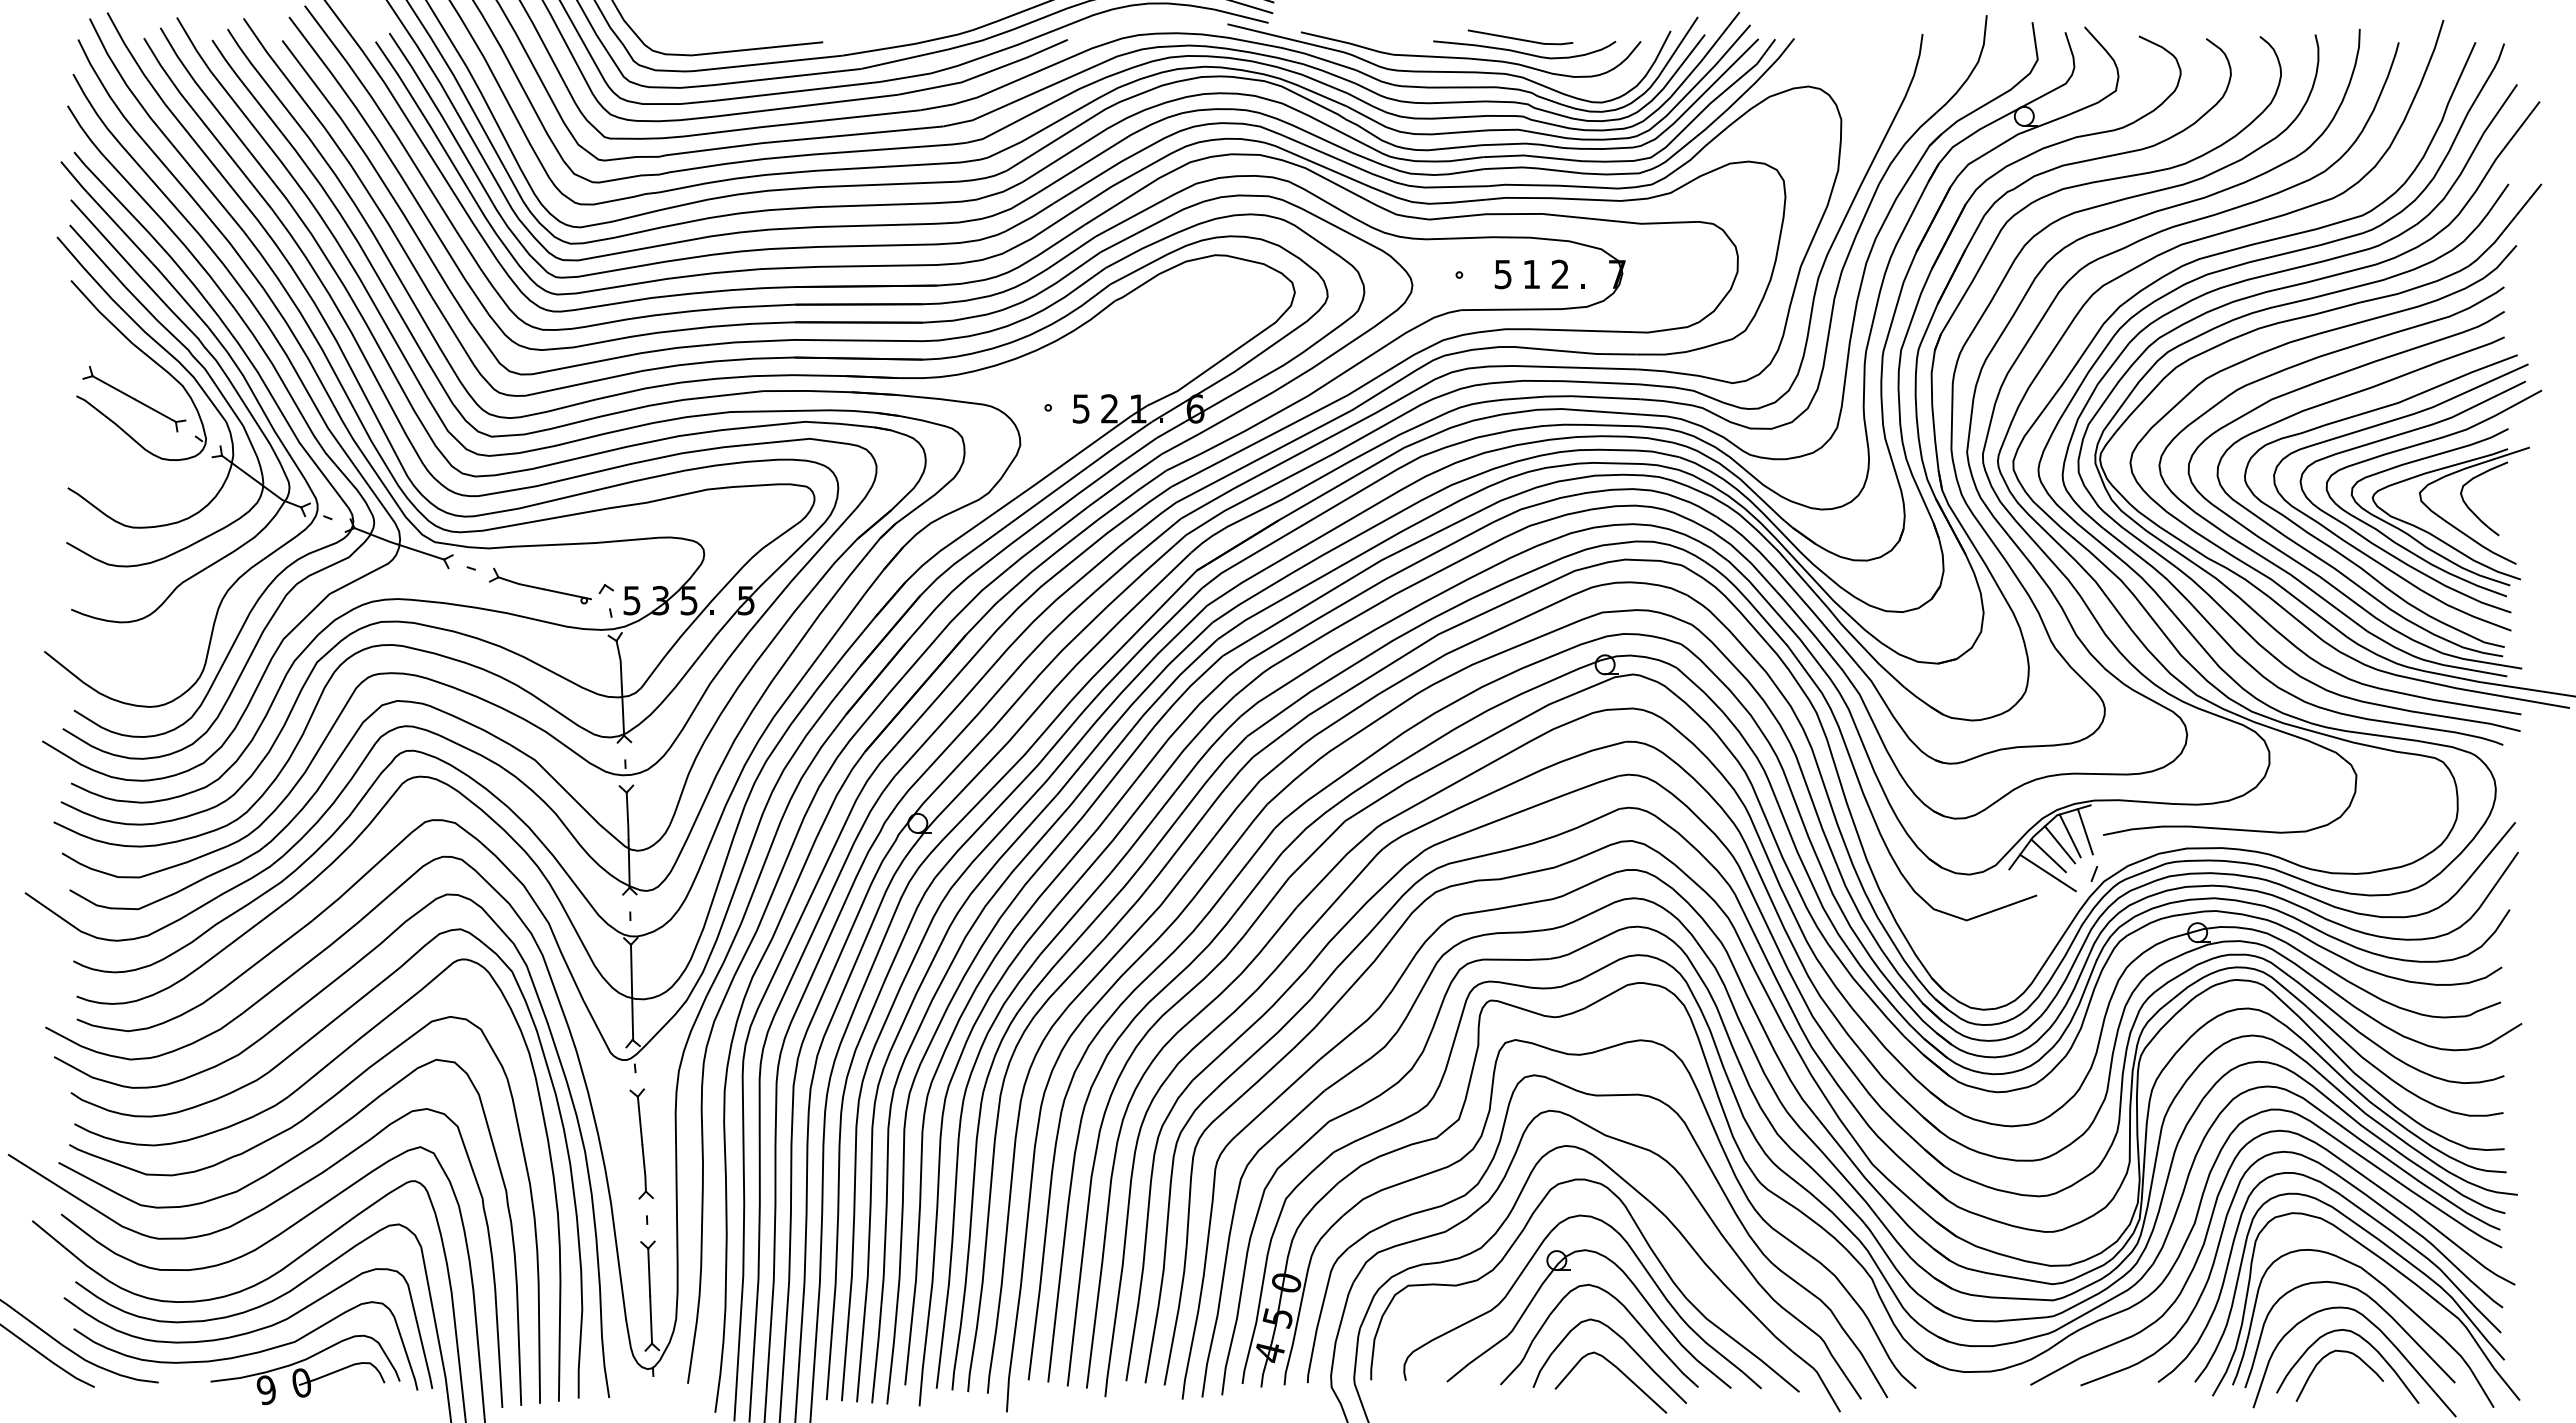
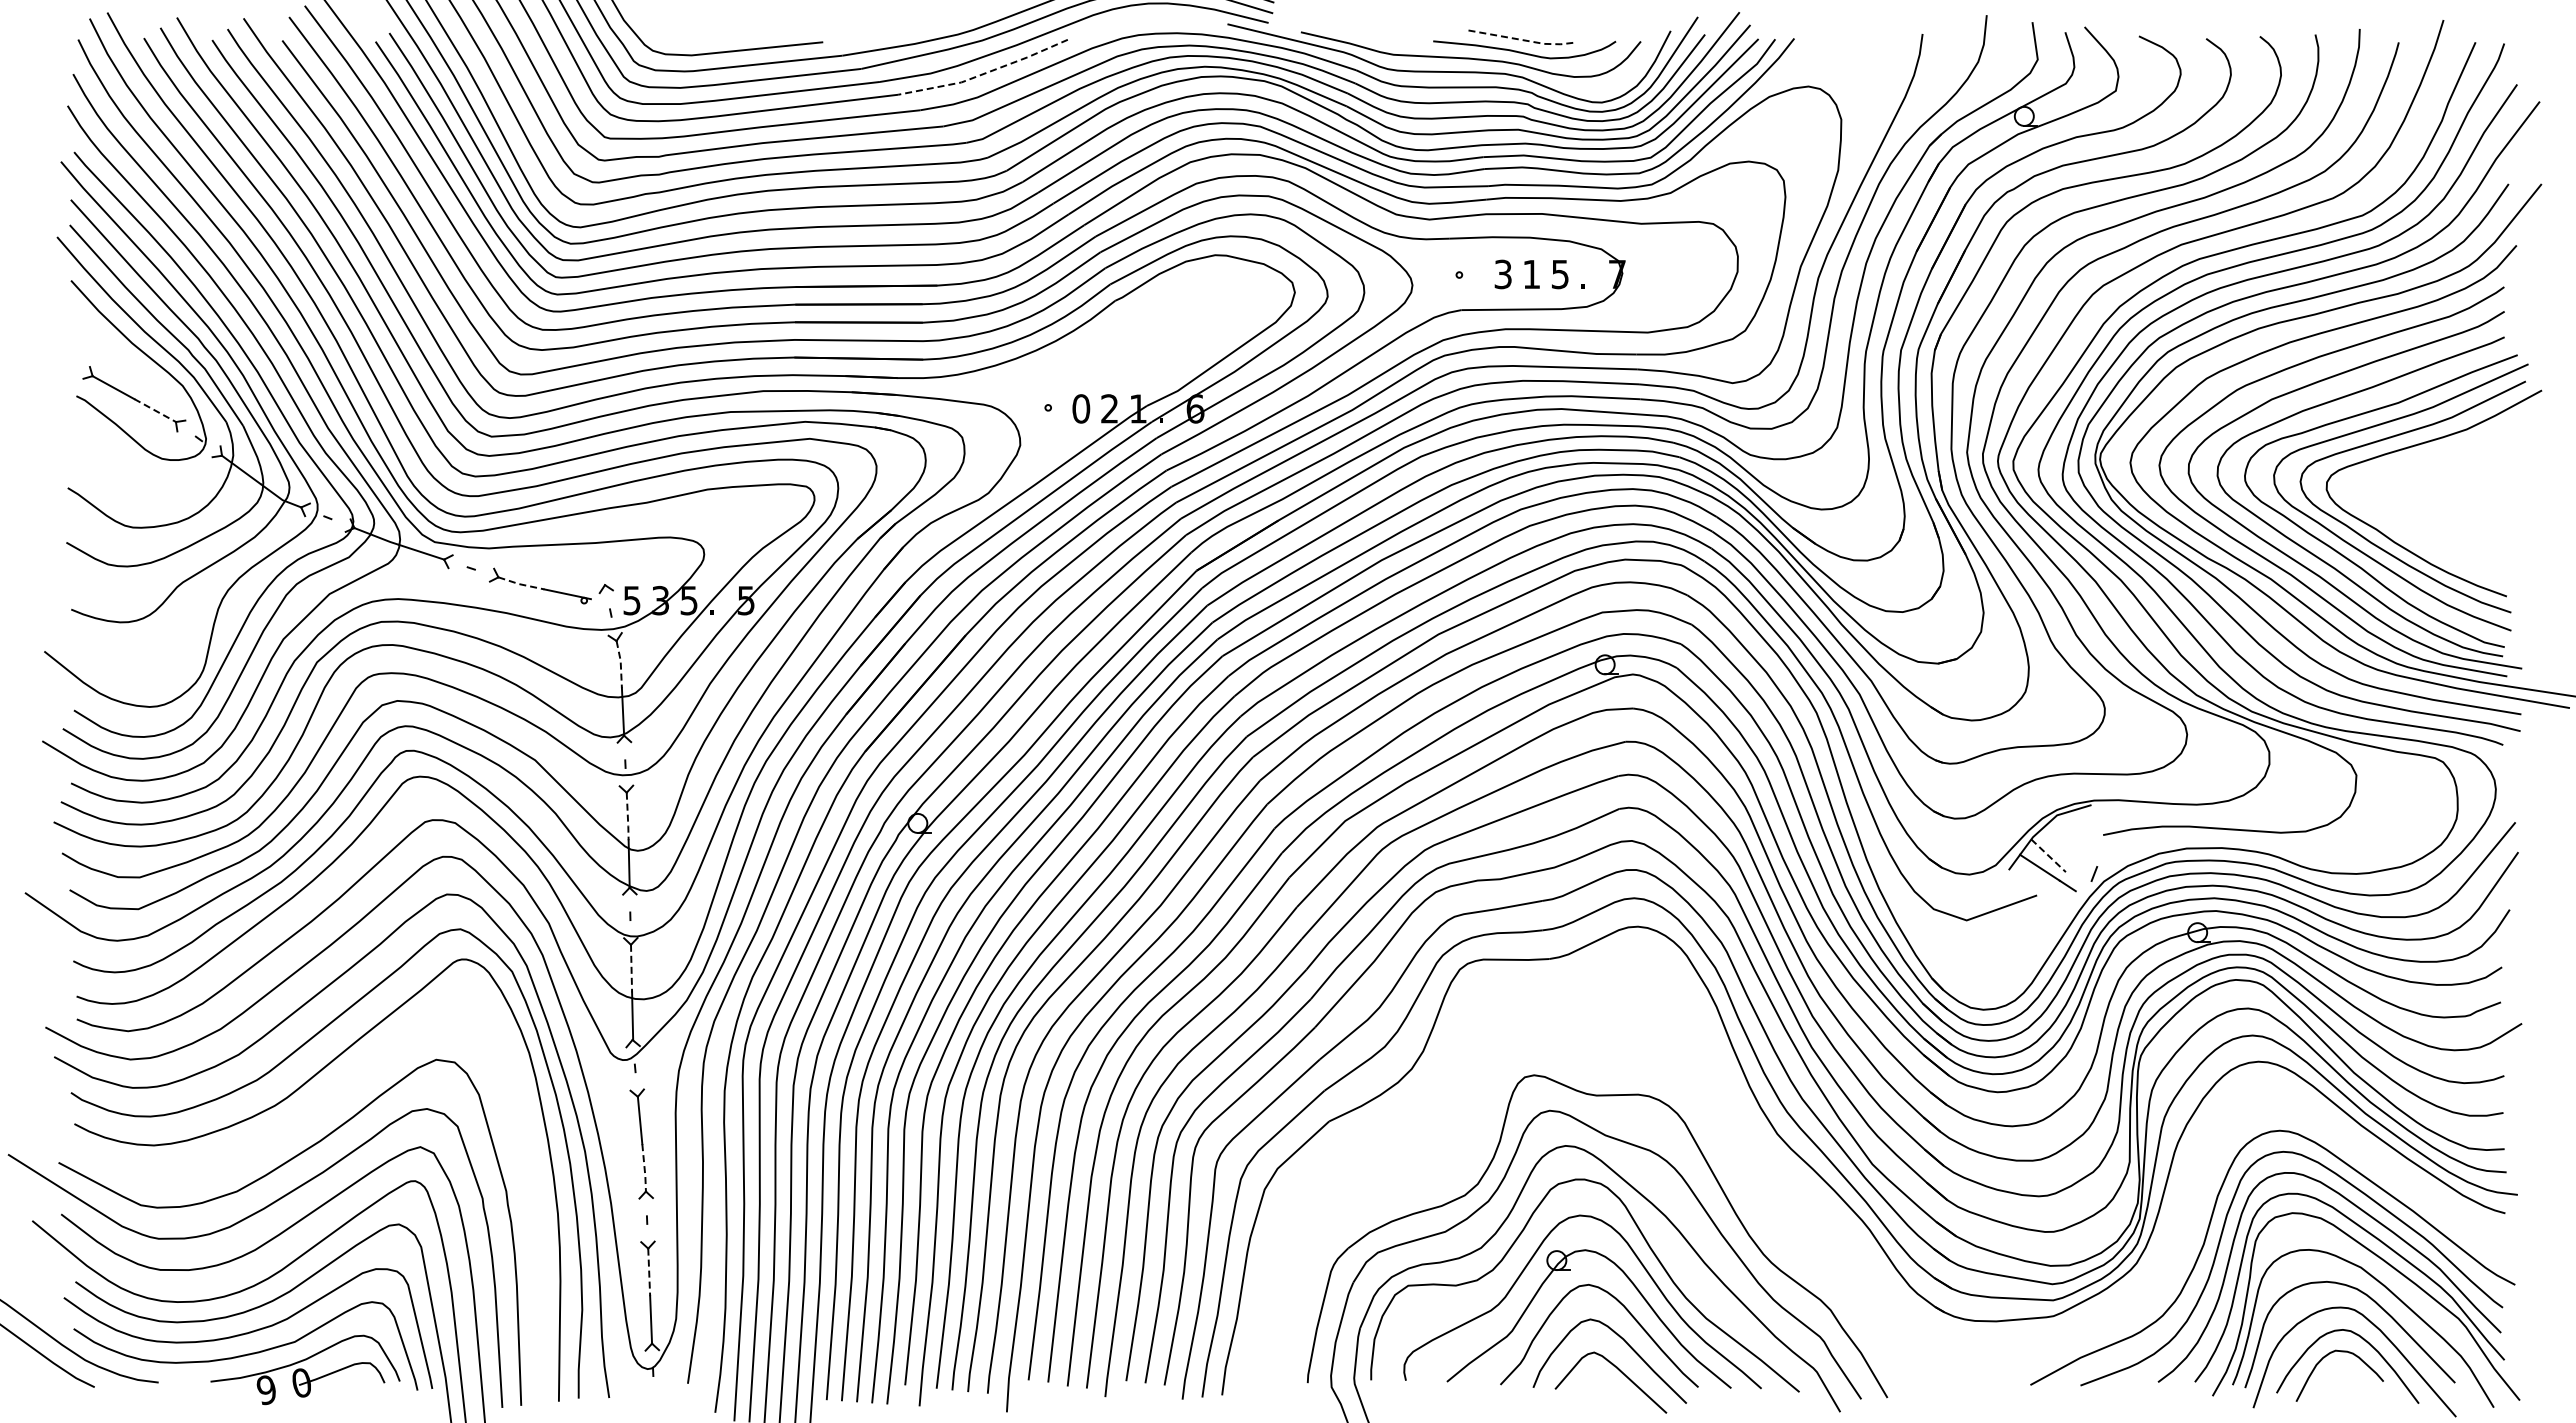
line at (1521, 39): solid -> dashed
line at (984, 73): solid -> dashed
text at (1503, 273): 5 -> 3
text at (1559, 274): 2 -> 5
text at (1081, 408): 5 -> 0
line at (155, 410): solid -> dashed
part at (2435, 512): present -> none
line at (521, 584): solid -> dashed
line at (620, 663): solid -> dashed
line at (627, 816): solid -> dashed
line at (2084, 831): present -> none
line at (2069, 835): present -> none
line at (2060, 844): present -> none
line at (2048, 855): solid -> dashed
line at (631, 968): solid -> dashed
curve at (269, 1140): present -> none
line at (644, 1168): solid -> dashed
part at (1831, 1210): present -> none
line at (649, 1272): solid -> dashed
